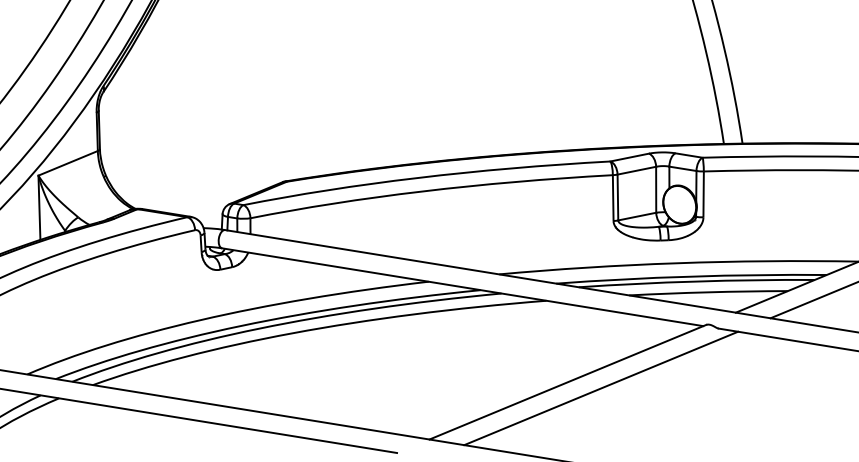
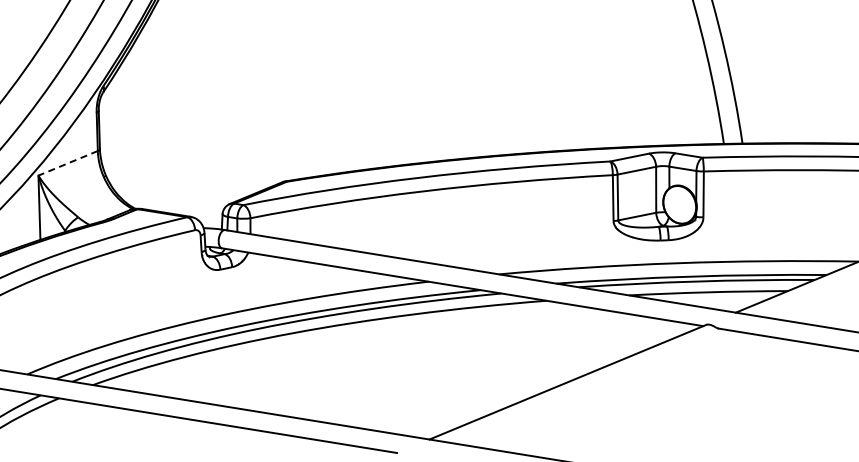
line at (67, 163): solid -> dashed
line at (812, 300): present -> none
line at (601, 388): present -> none
